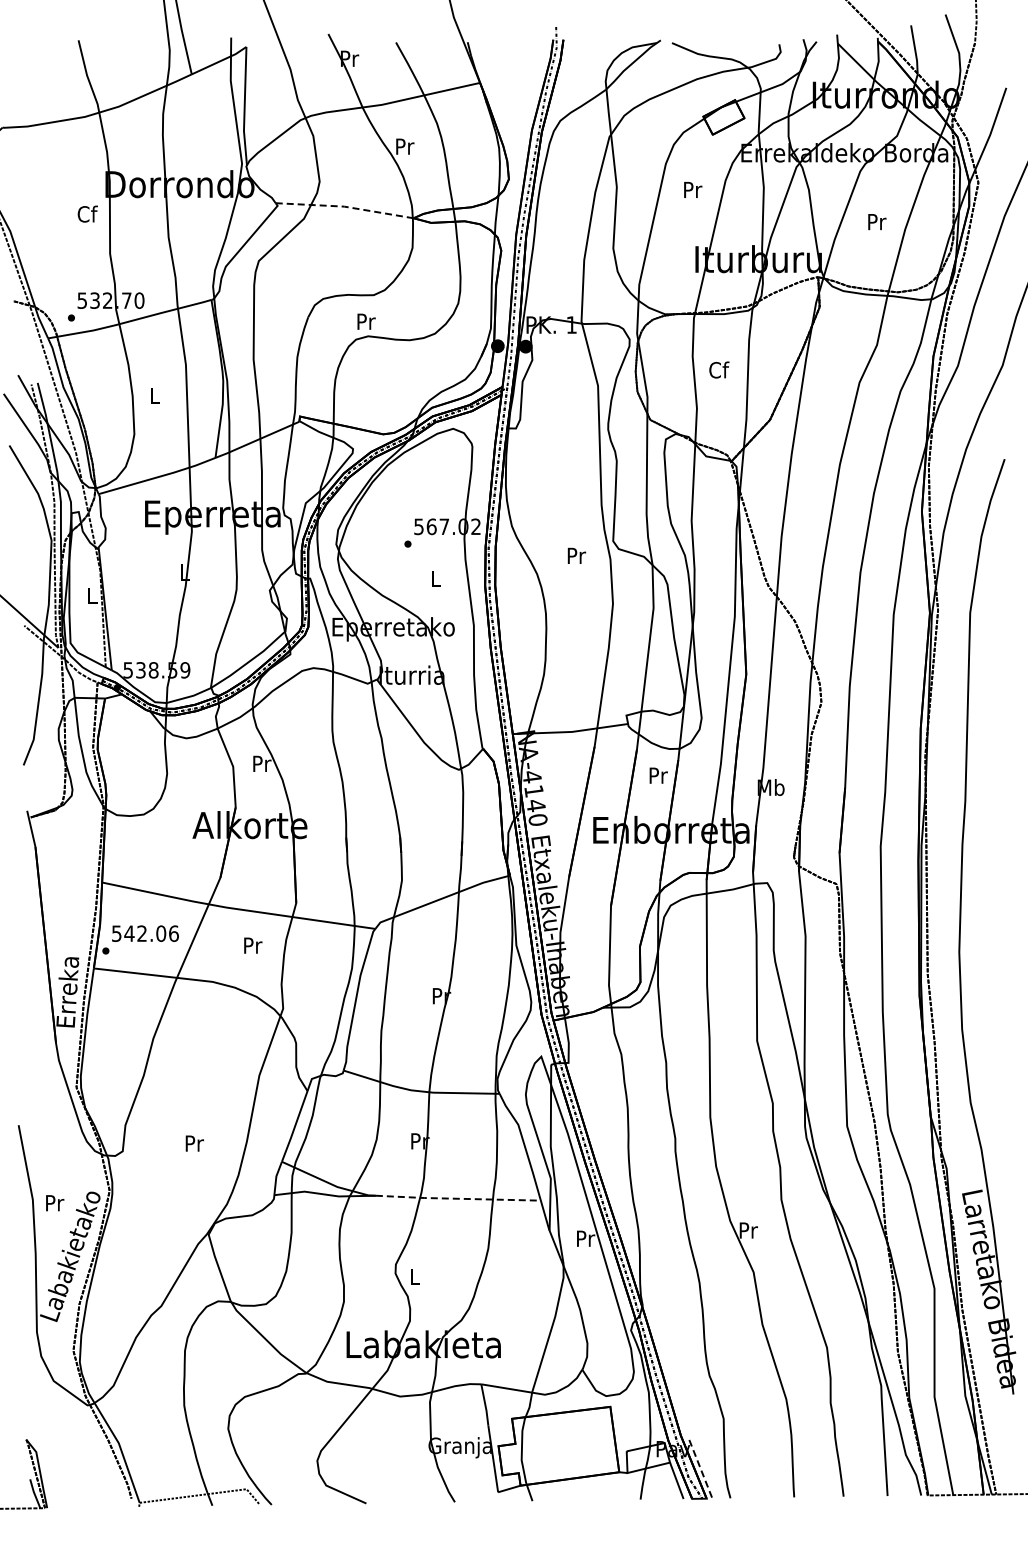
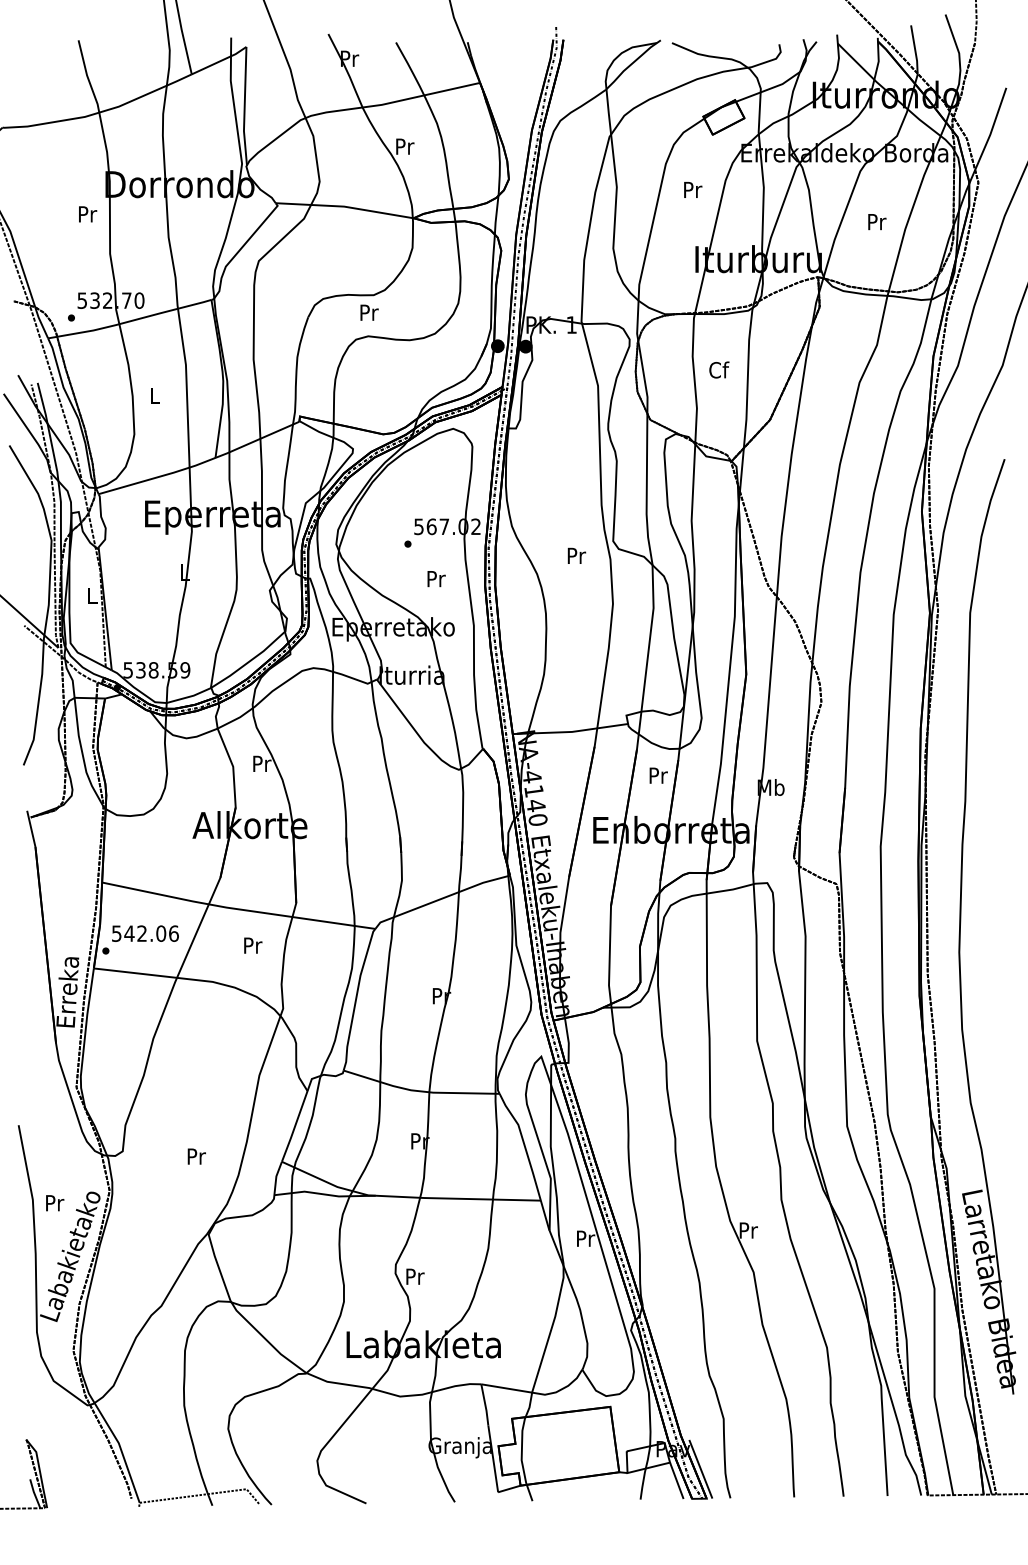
line at (345, 206): dashed -> solid
text at (87, 213): Cf -> Pr
text at (366, 321) position: (366, 321) -> (369, 312)
text at (436, 579): L -> Pr
text at (194, 1143) position: (194, 1143) -> (196, 1156)
line at (458, 1198): dashed -> solid
text at (415, 1276): L -> Pr
line at (700, 1469): dashed -> solid
